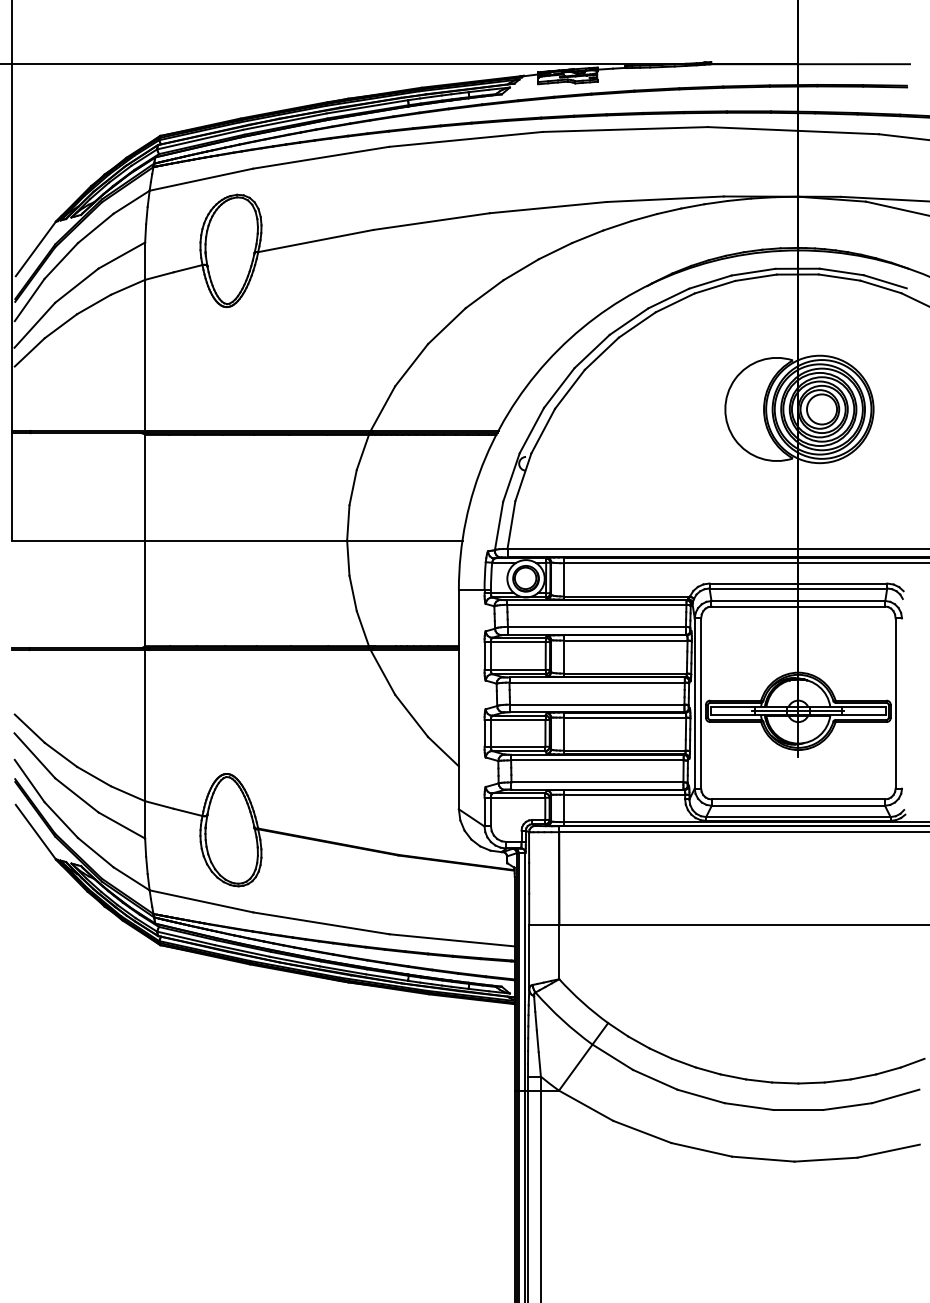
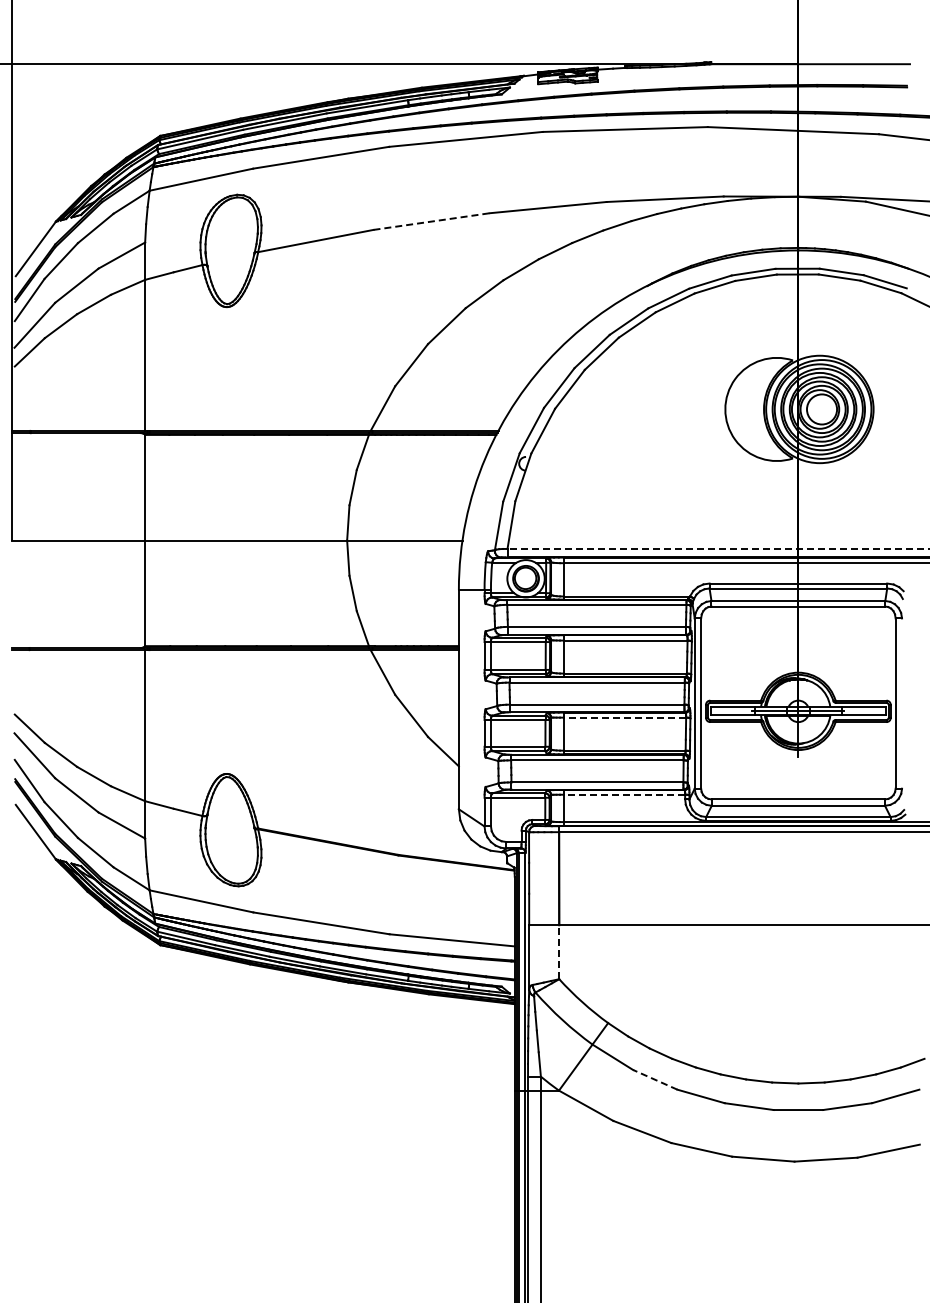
line at (431, 221): solid -> dashed
line at (718, 548): solid -> dashed
line at (624, 717): solid -> dashed
line at (624, 794): solid -> dashed
line at (559, 951): solid -> dashed
line at (654, 1079): solid -> dashed
